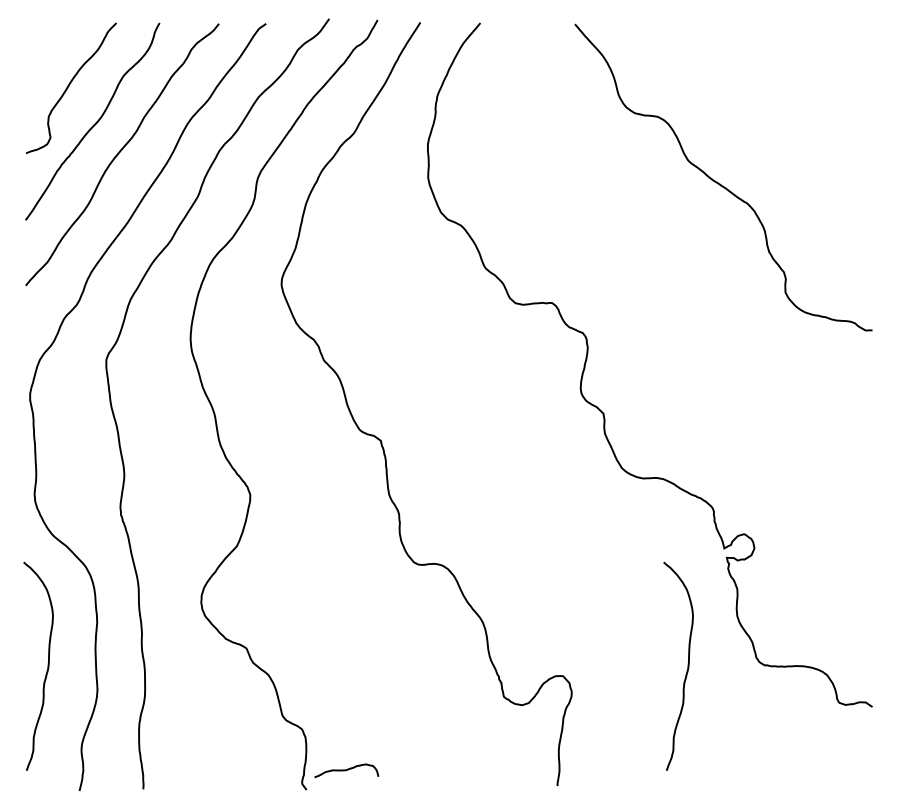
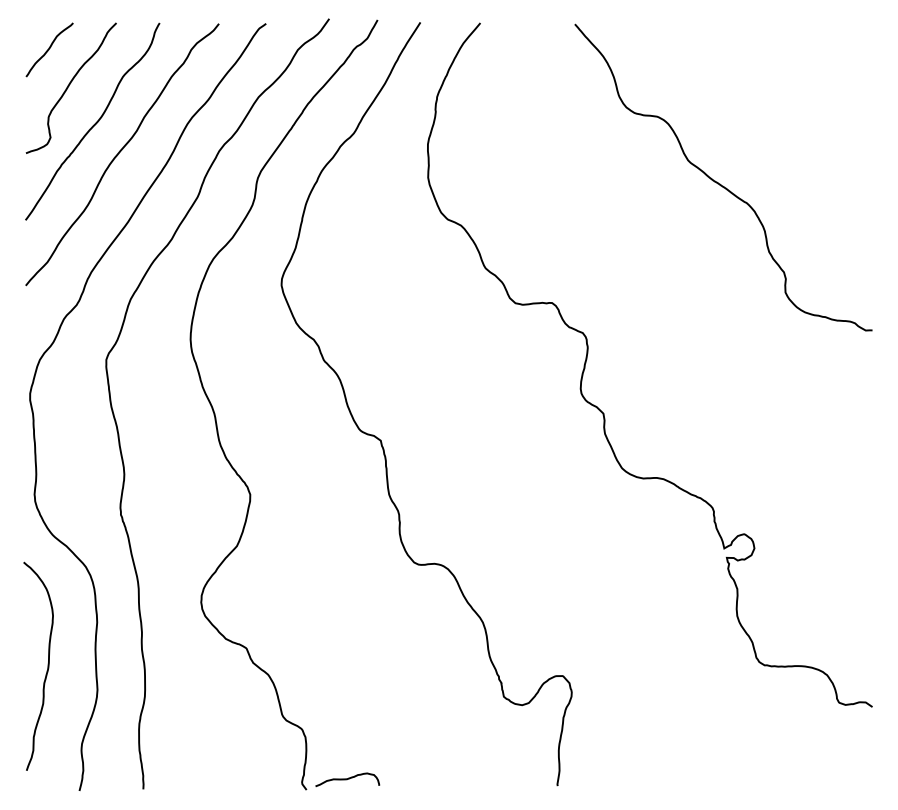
curve at (49, 49): none -> present
curve at (687, 665): present -> none
curve at (346, 770) position: (346, 770) -> (347, 779)
